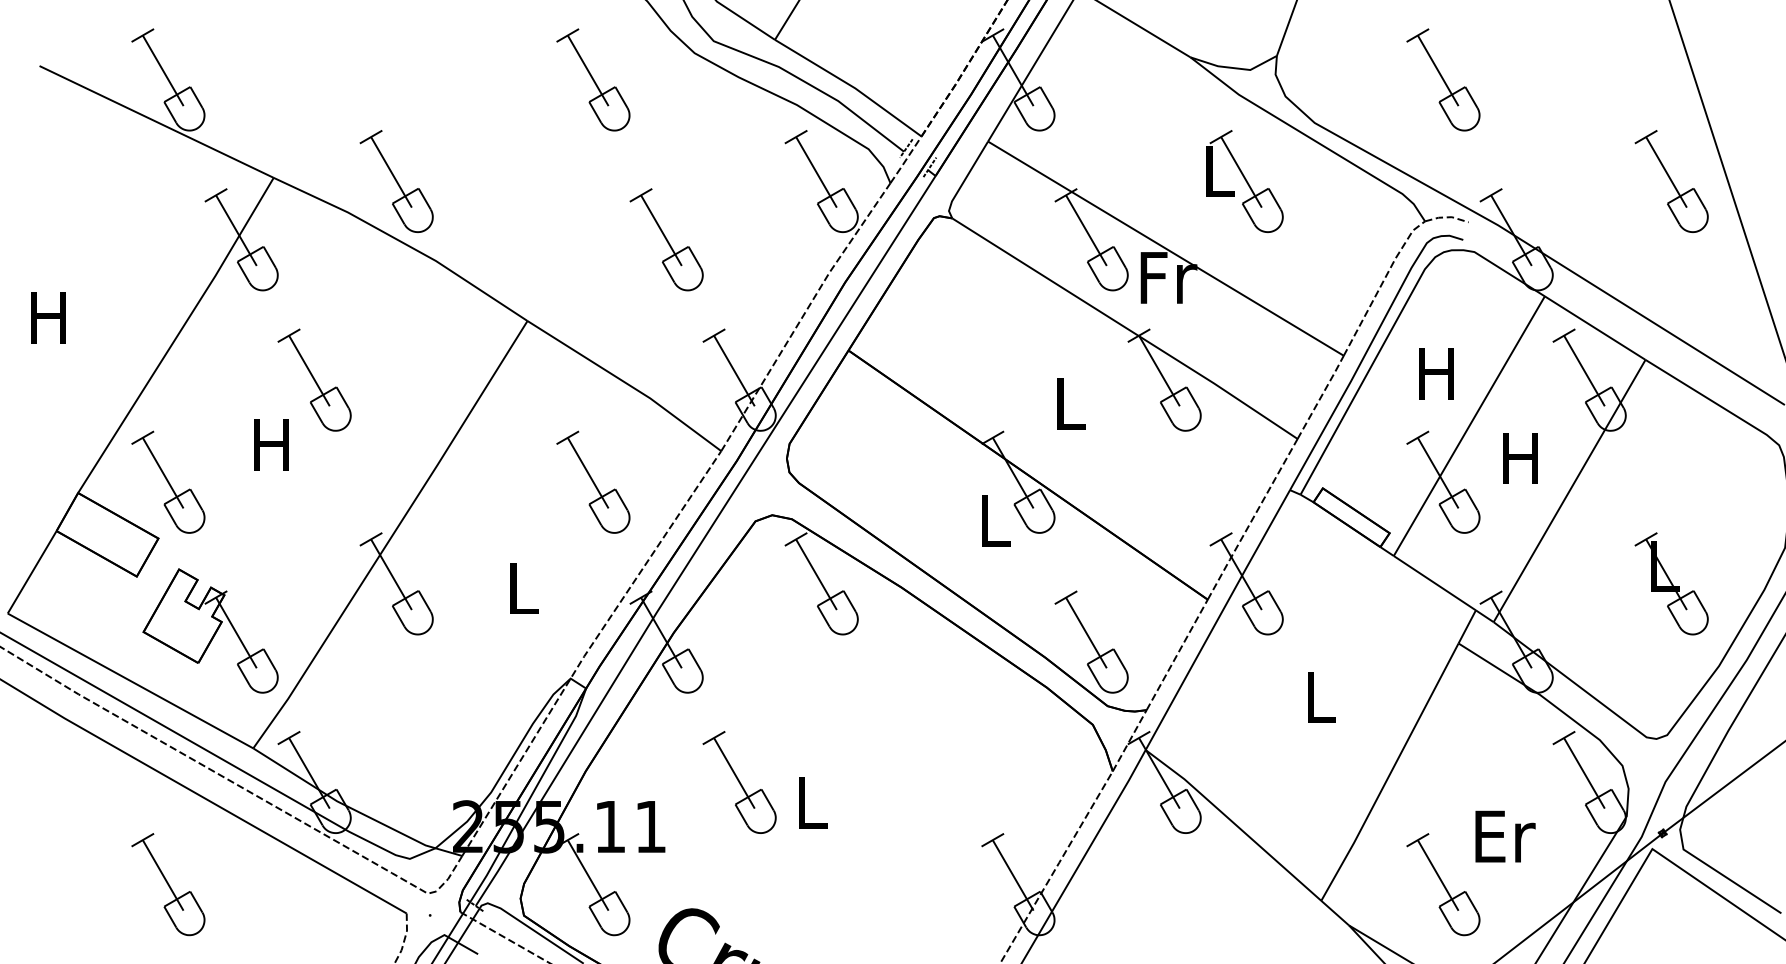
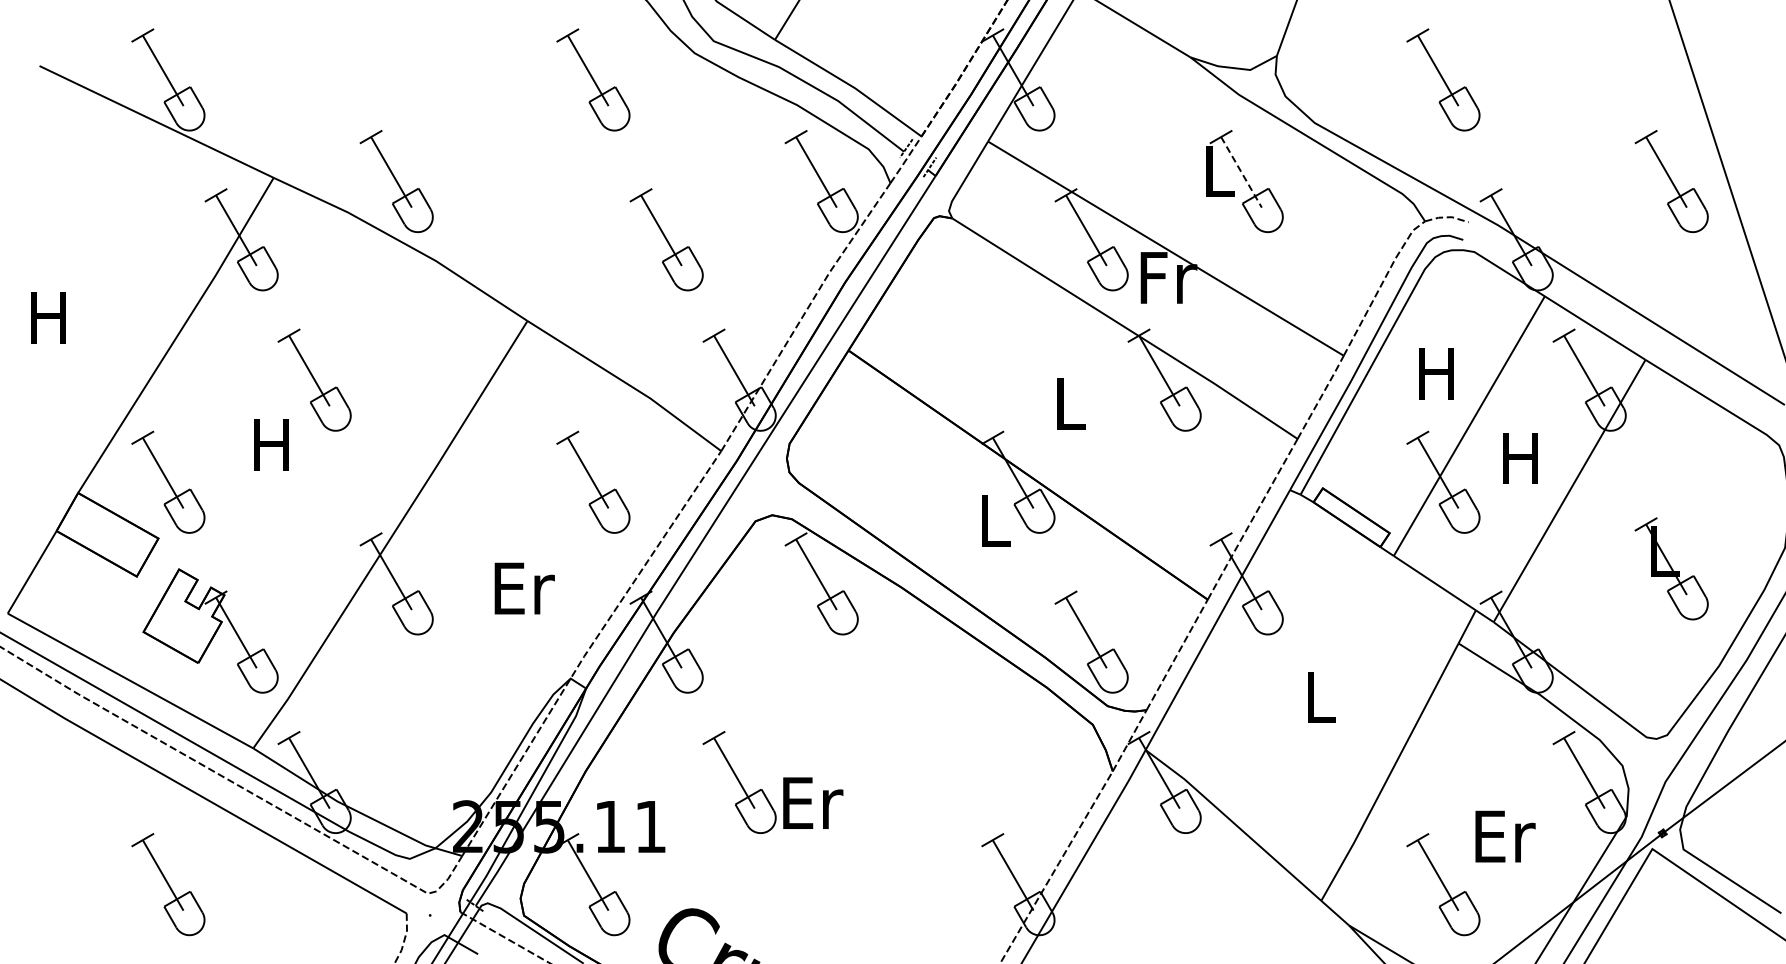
line at (1241, 172): solid -> dashed
part at (1671, 583) position: (1671, 583) -> (1671, 568)
text at (524, 588): L -> Er
text at (813, 802): L -> Er
